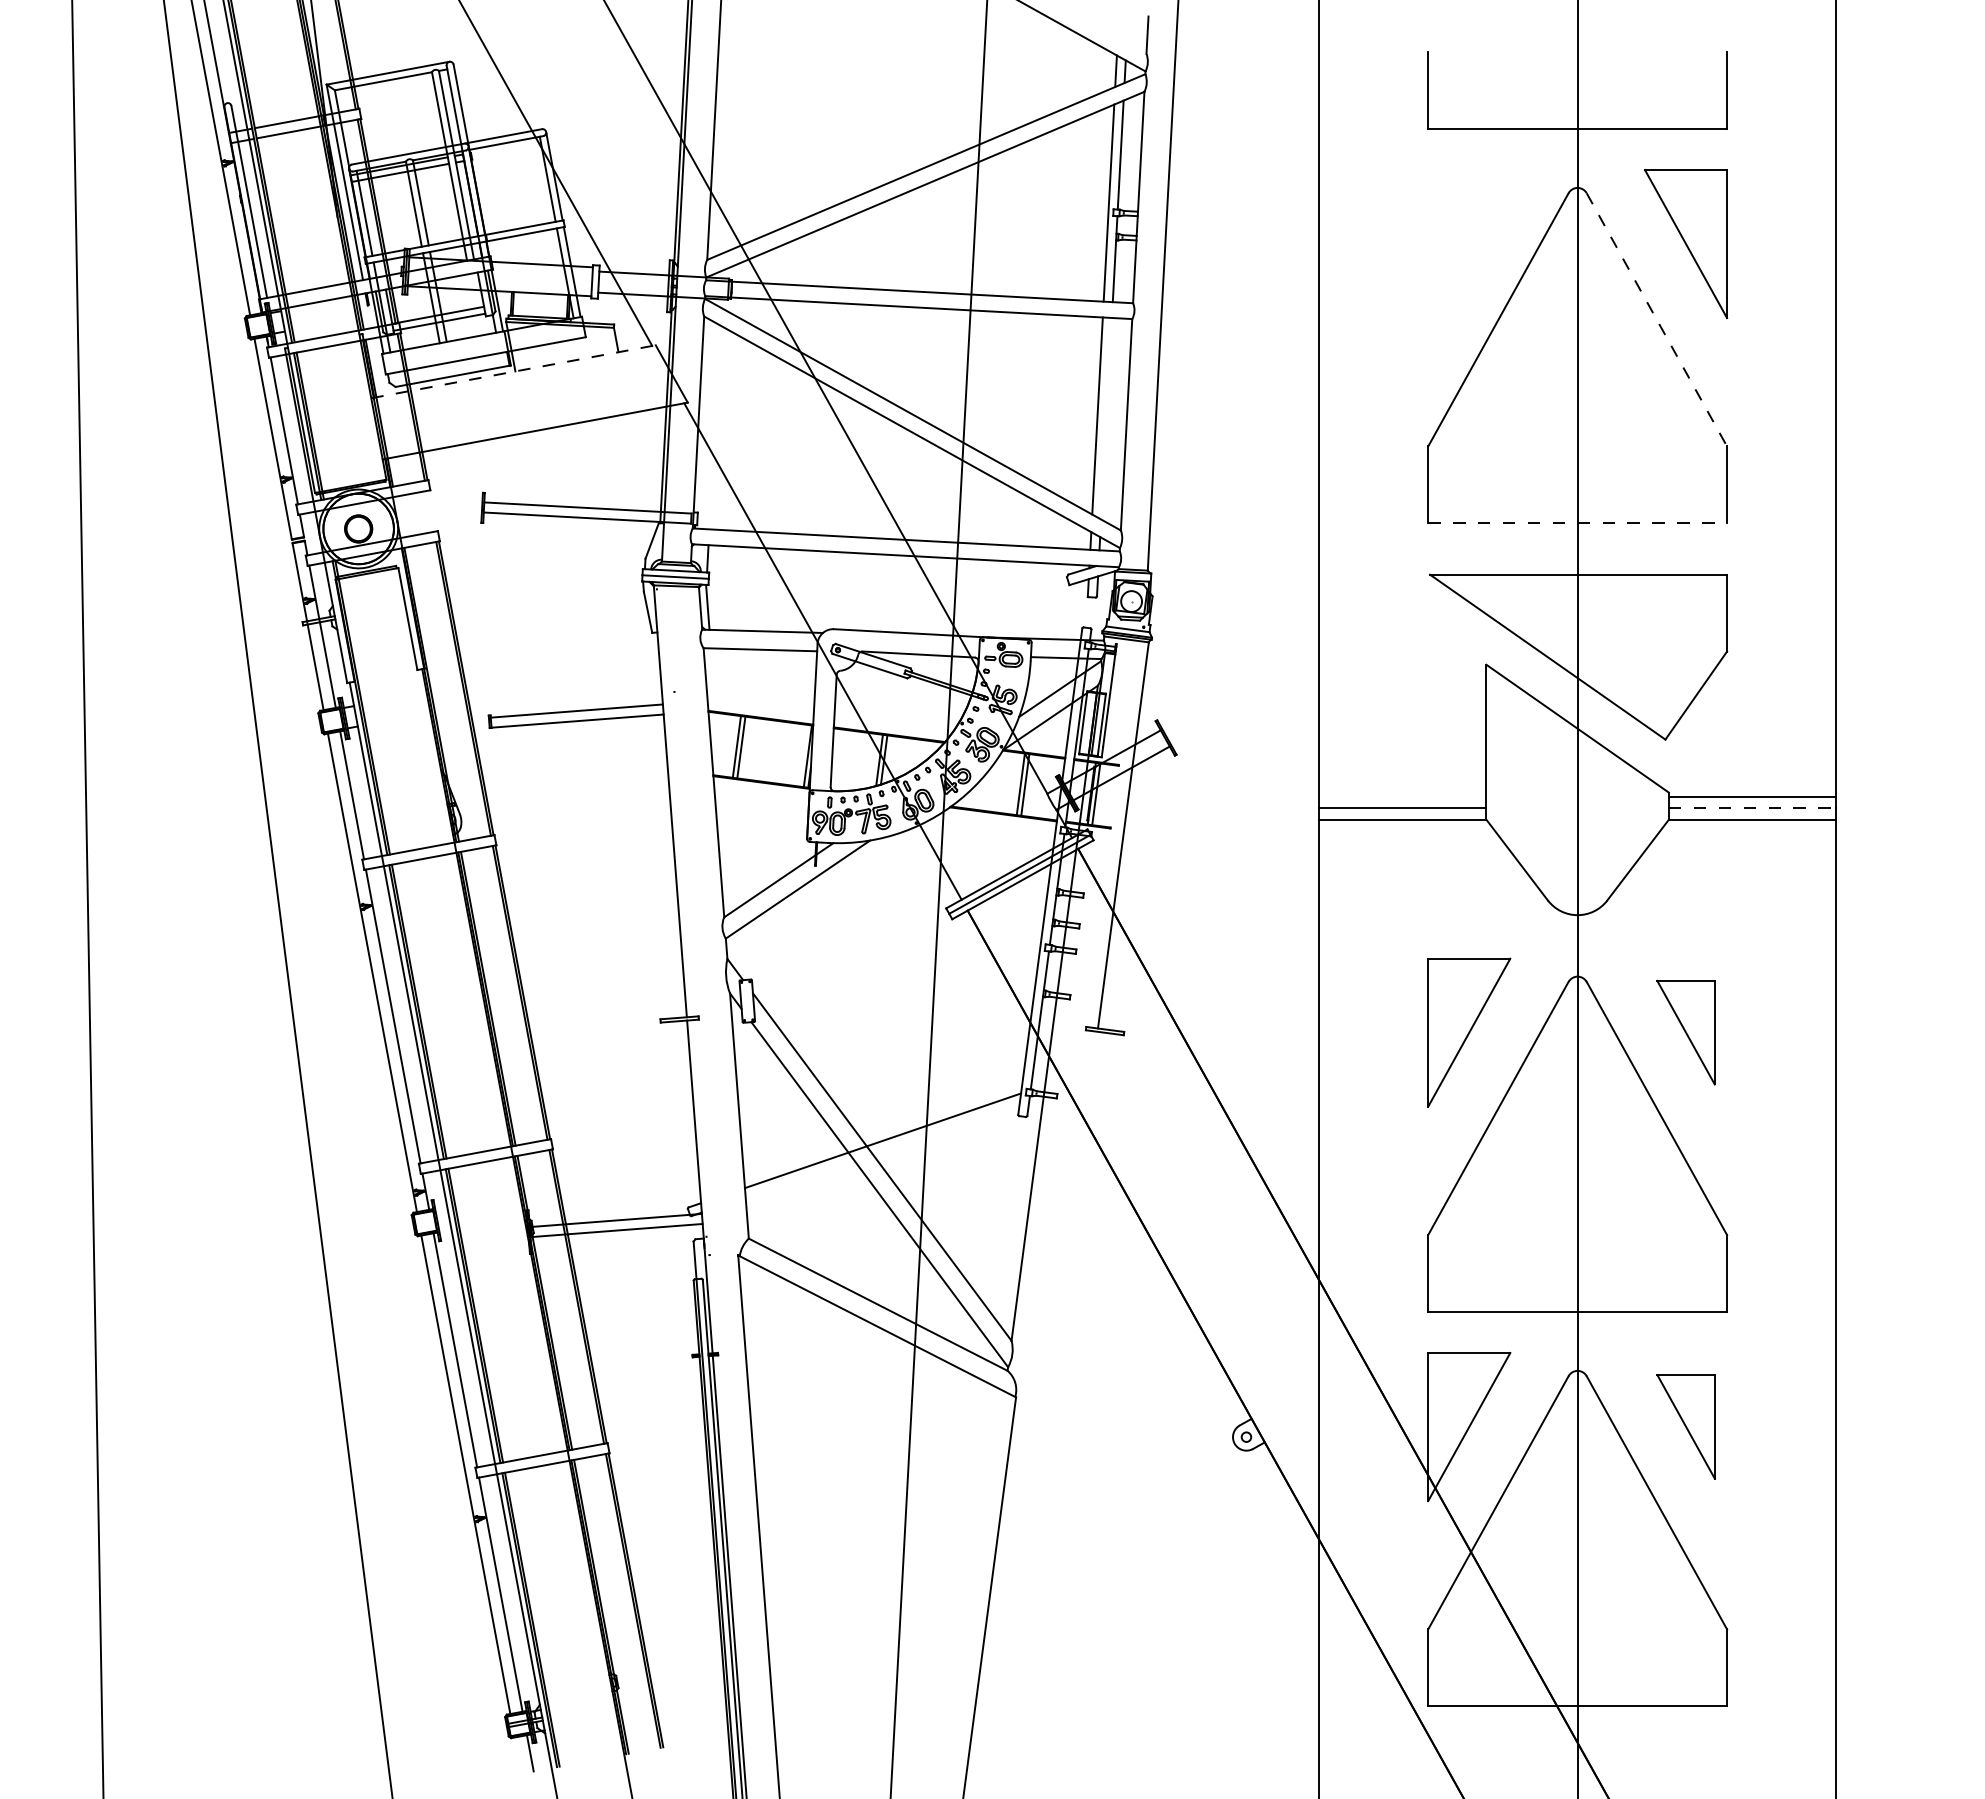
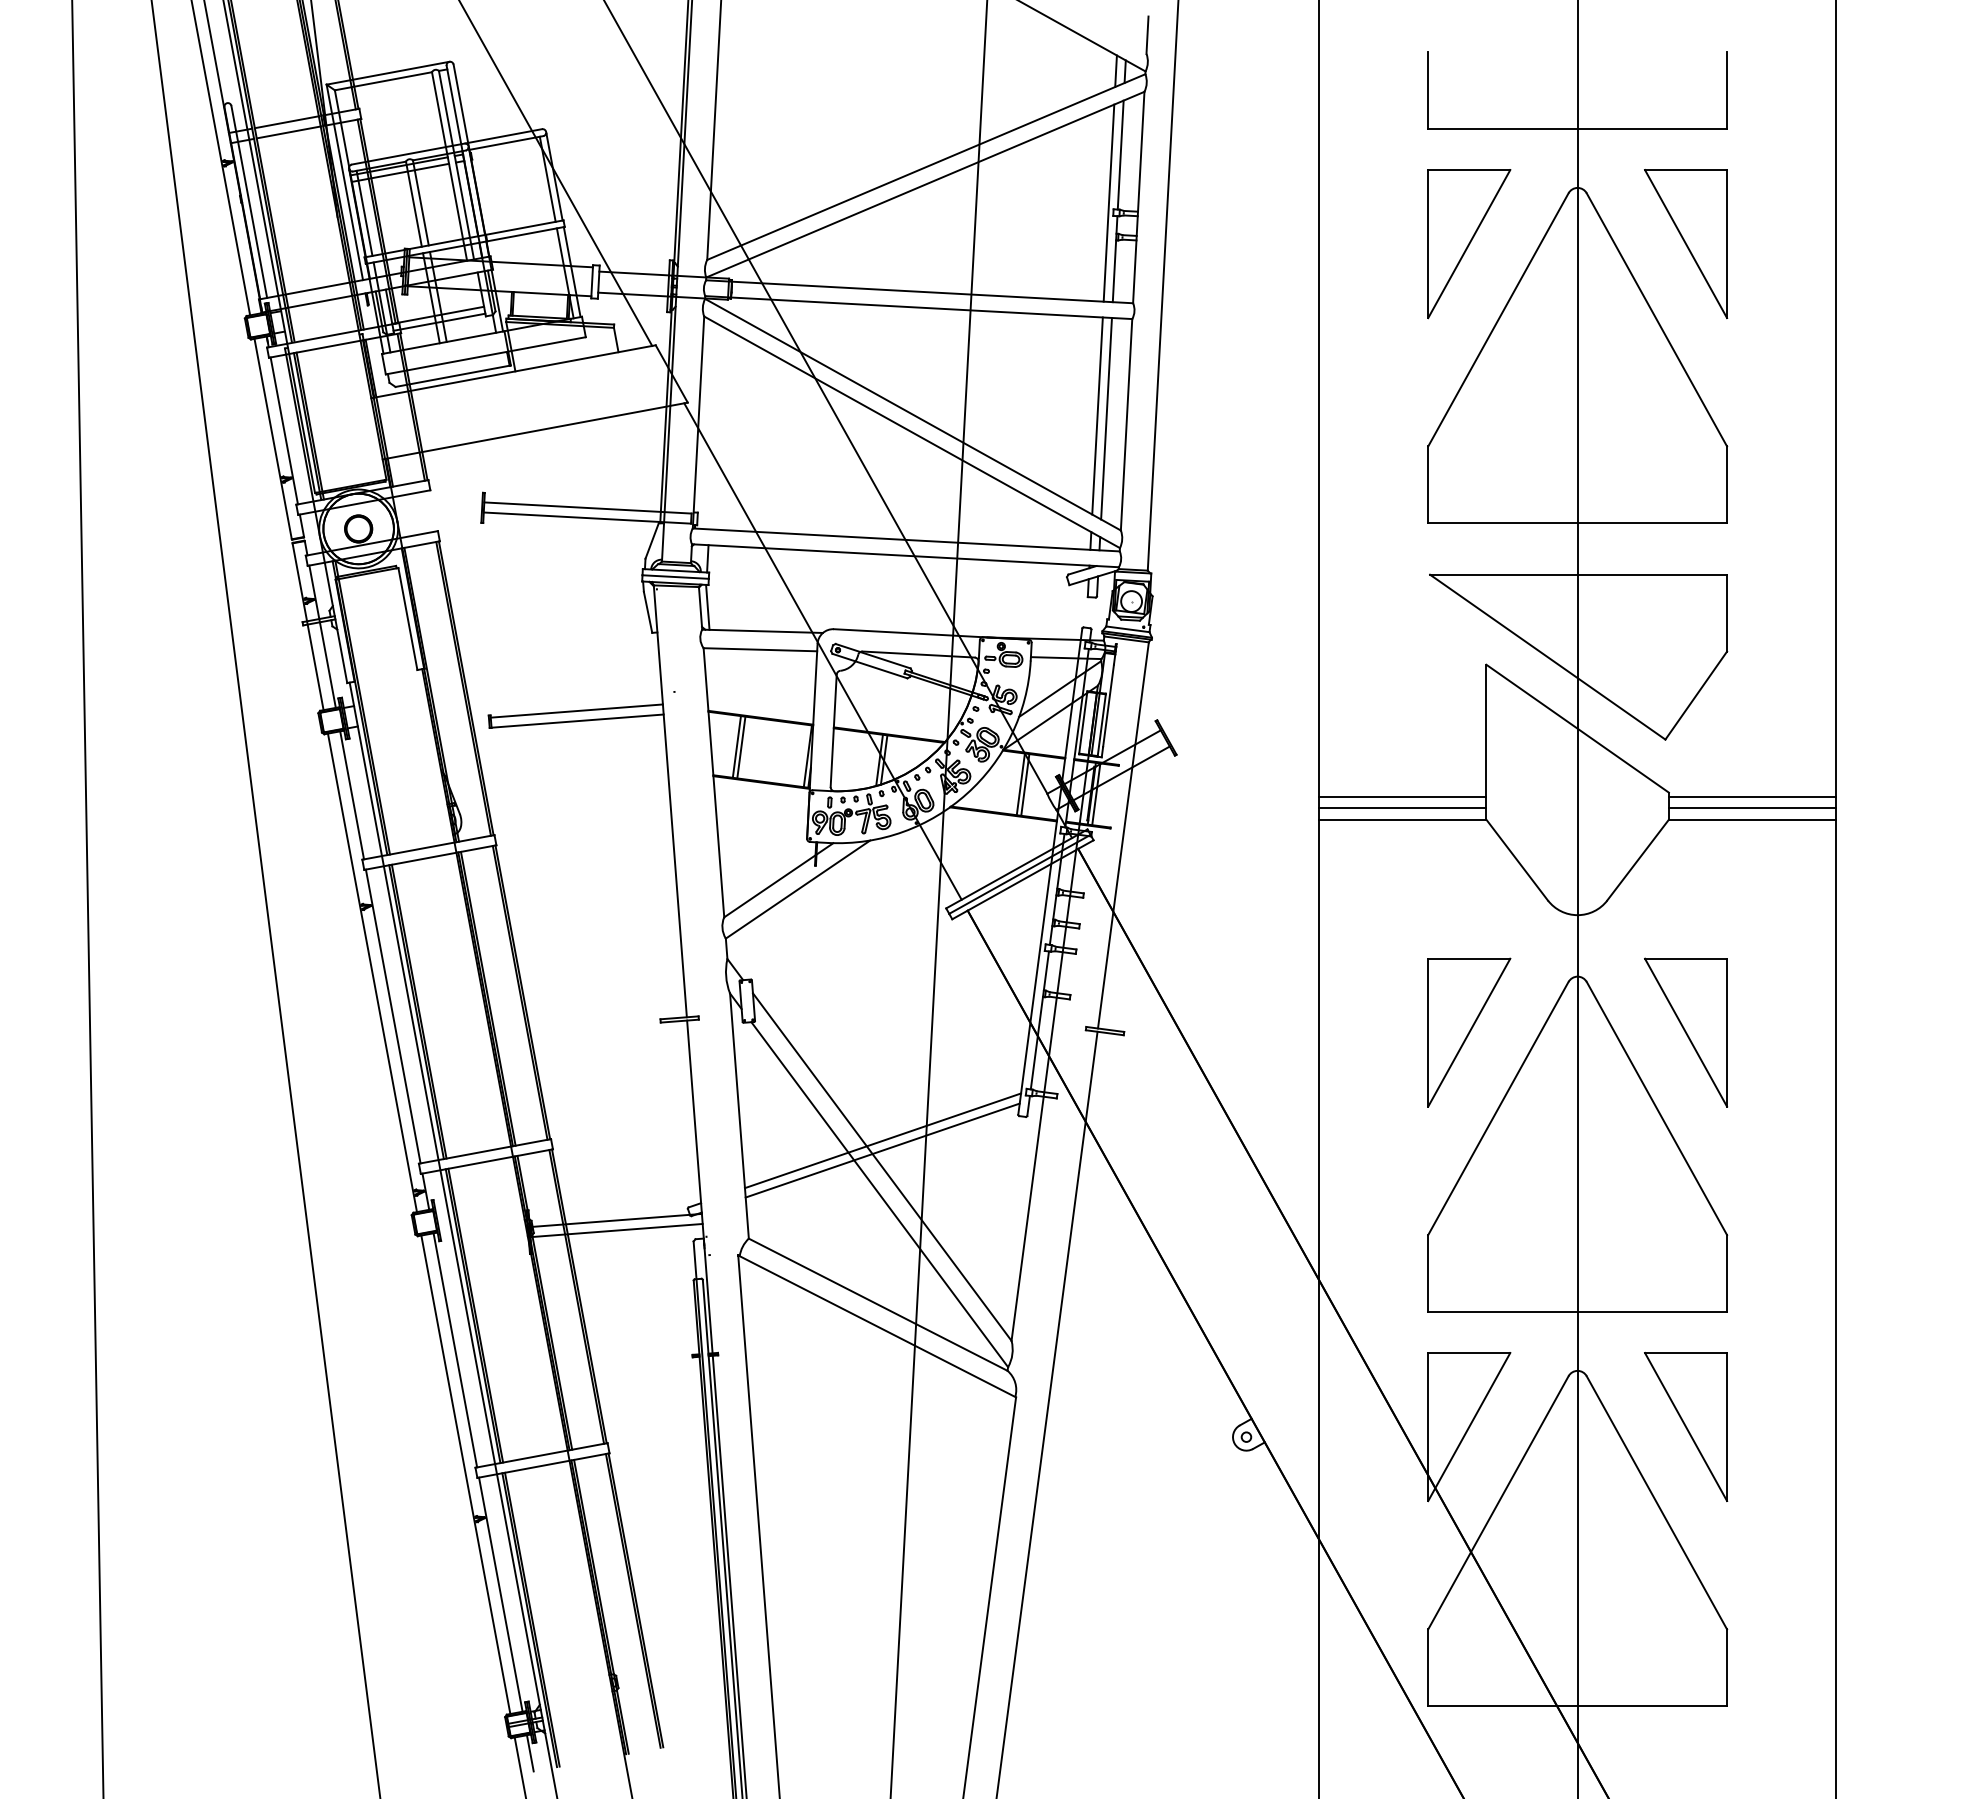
part at (1469, 244): none -> present
line at (1656, 319): dashed -> solid
line at (513, 371): dashed -> solid
line at (1106, 418): none -> present
line at (1578, 522): dashed -> solid
line at (1402, 796): none -> present
line at (1752, 808): dashed -> solid
line at (278, 898) position: (278, 898) -> (265, 898)
part at (1685, 1032) size: 60x107 px -> 84x151 px
line at (882, 1150): none -> present
line at (1046, 1413): none -> present
part at (1685, 1426) size: 60x106 px -> 85x150 px
line at (519, 1766): none -> present
